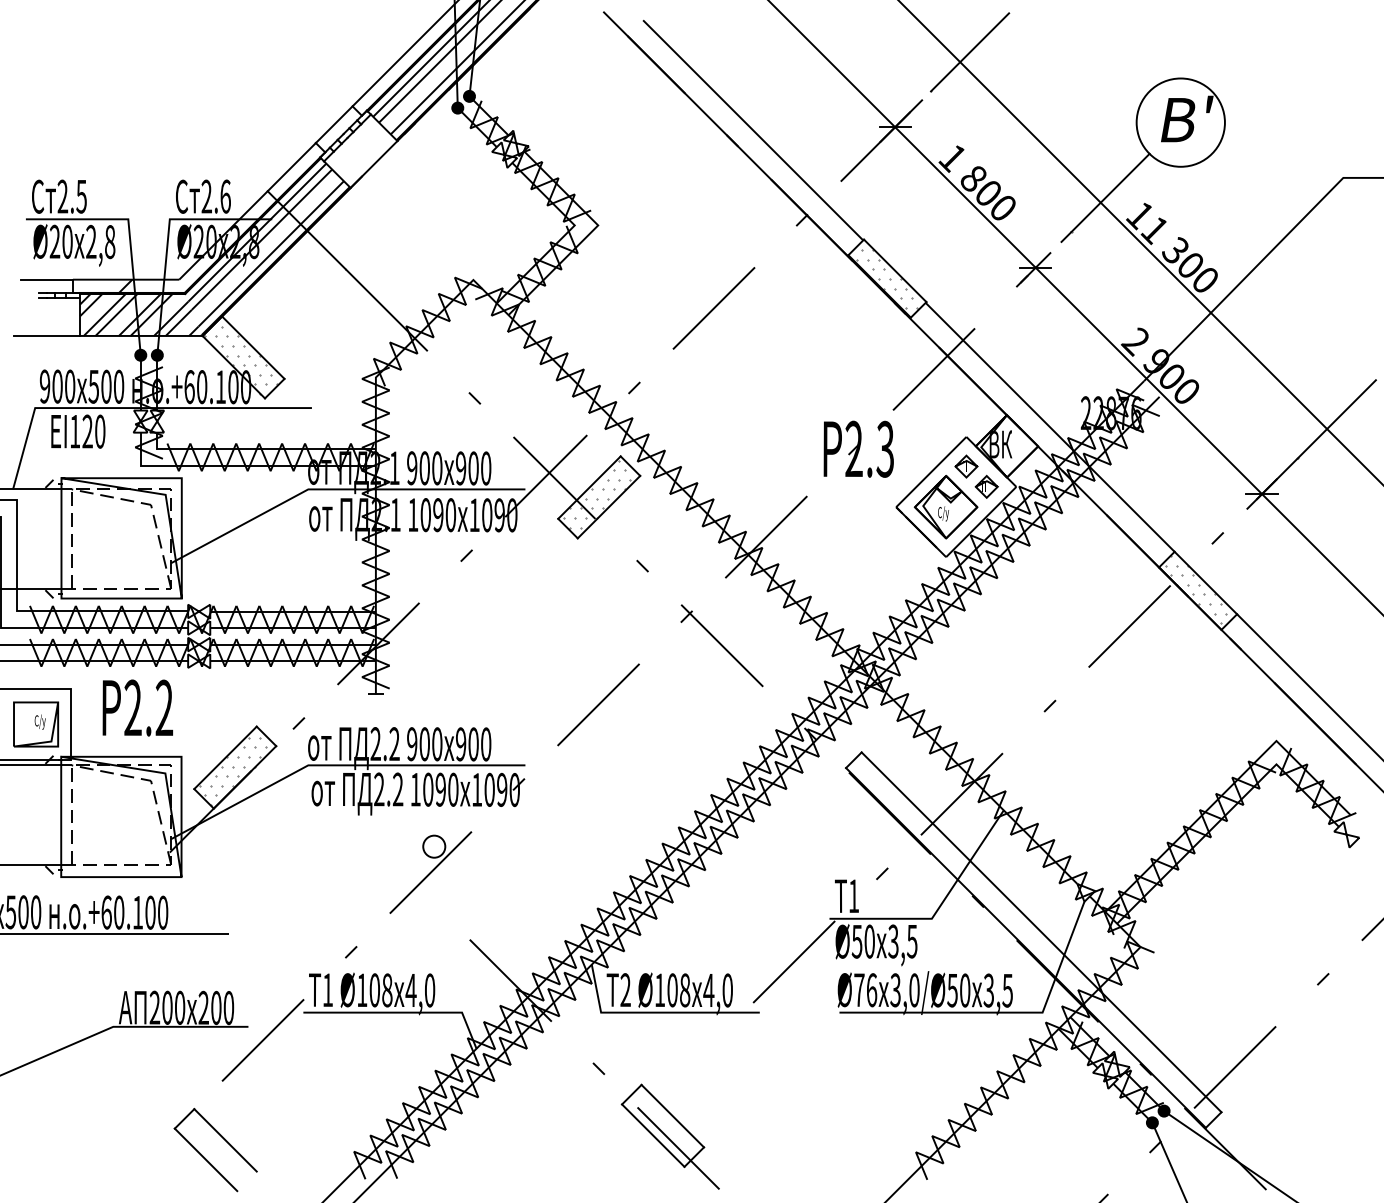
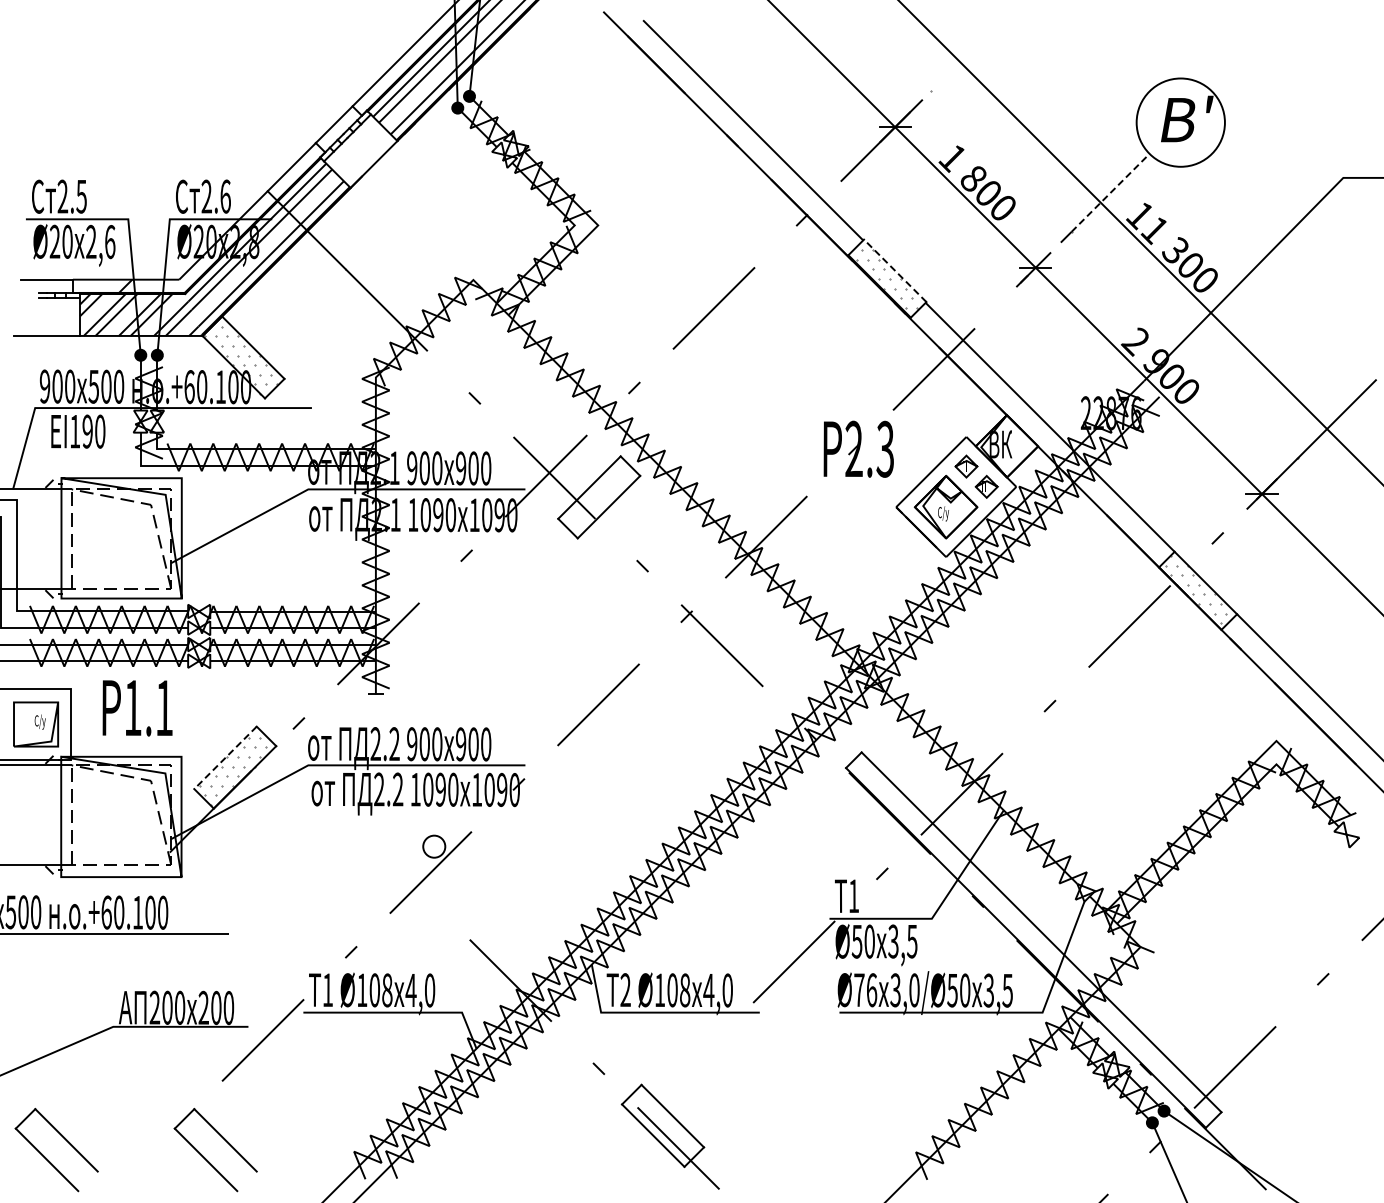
line at (970, 52): present -> none
line at (1110, 192): solid -> dashed
text at (110, 242): 2,8 -> 2,6
line at (894, 270): solid -> dashed
text at (87, 431): EI120 -> EI190
hatch at (596, 493): present -> none
text at (148, 707): 2.2 -> 1.1
line at (225, 758): solid -> dashed
part at (47, 1158): none -> present
